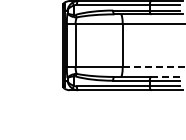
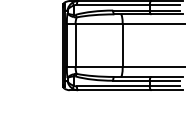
line at (154, 67): dashed -> solid
line at (167, 76): dashed -> solid
